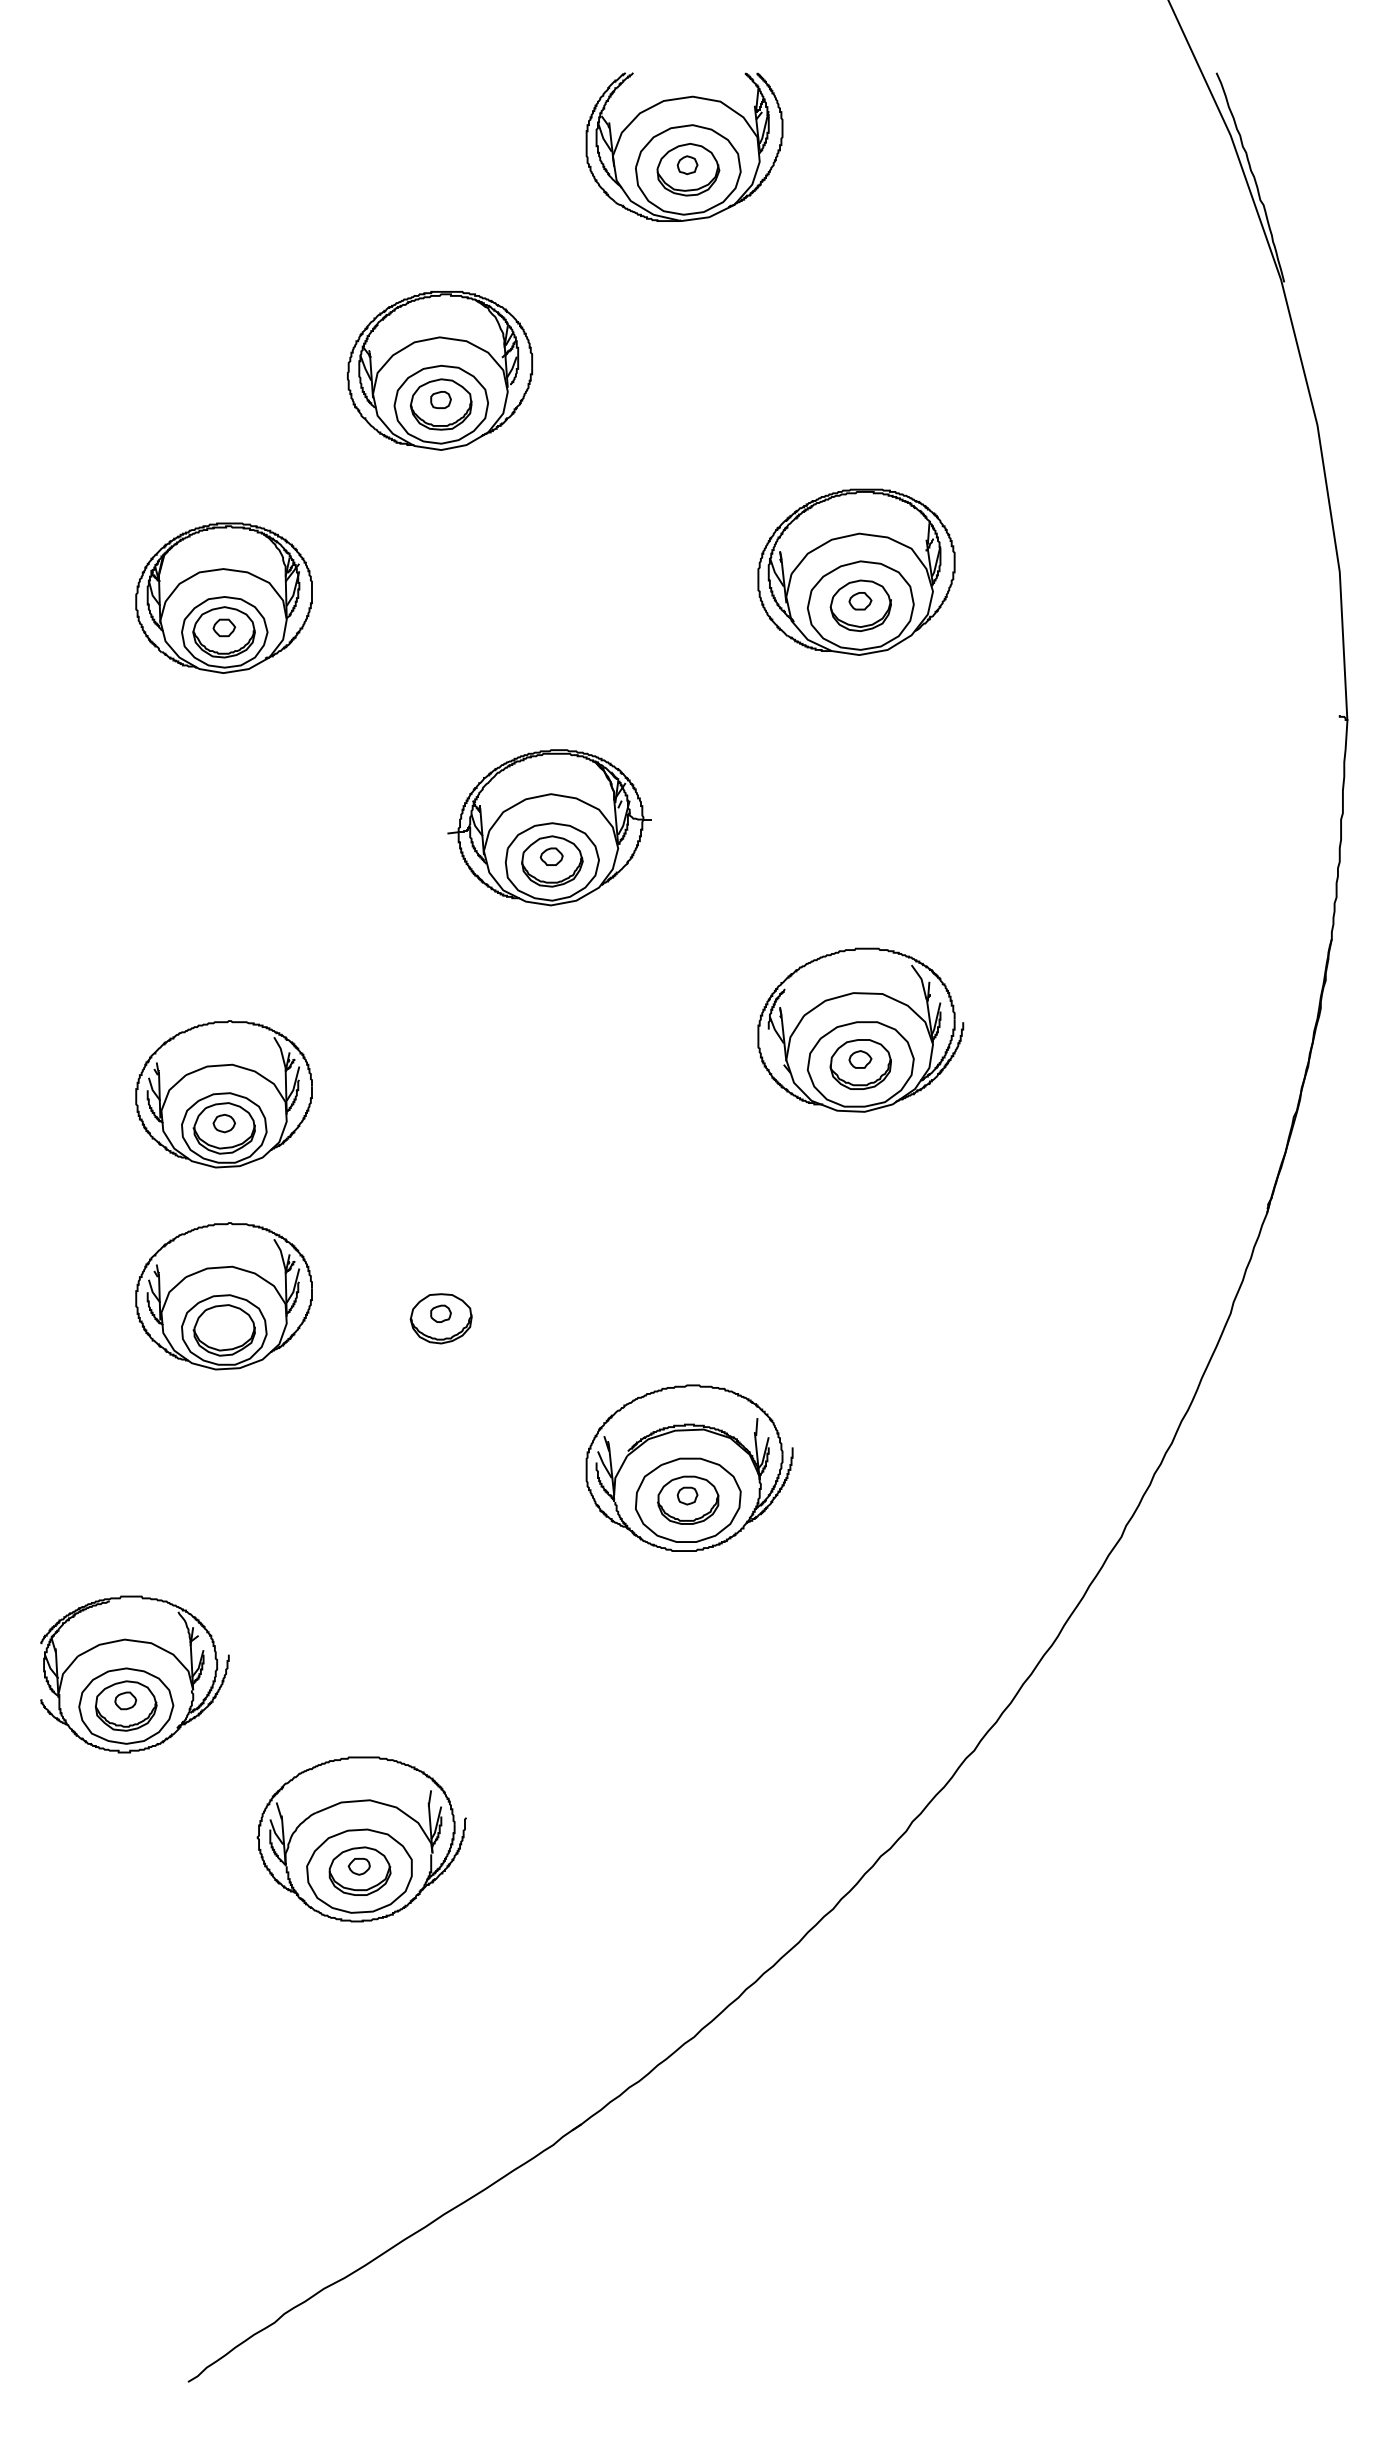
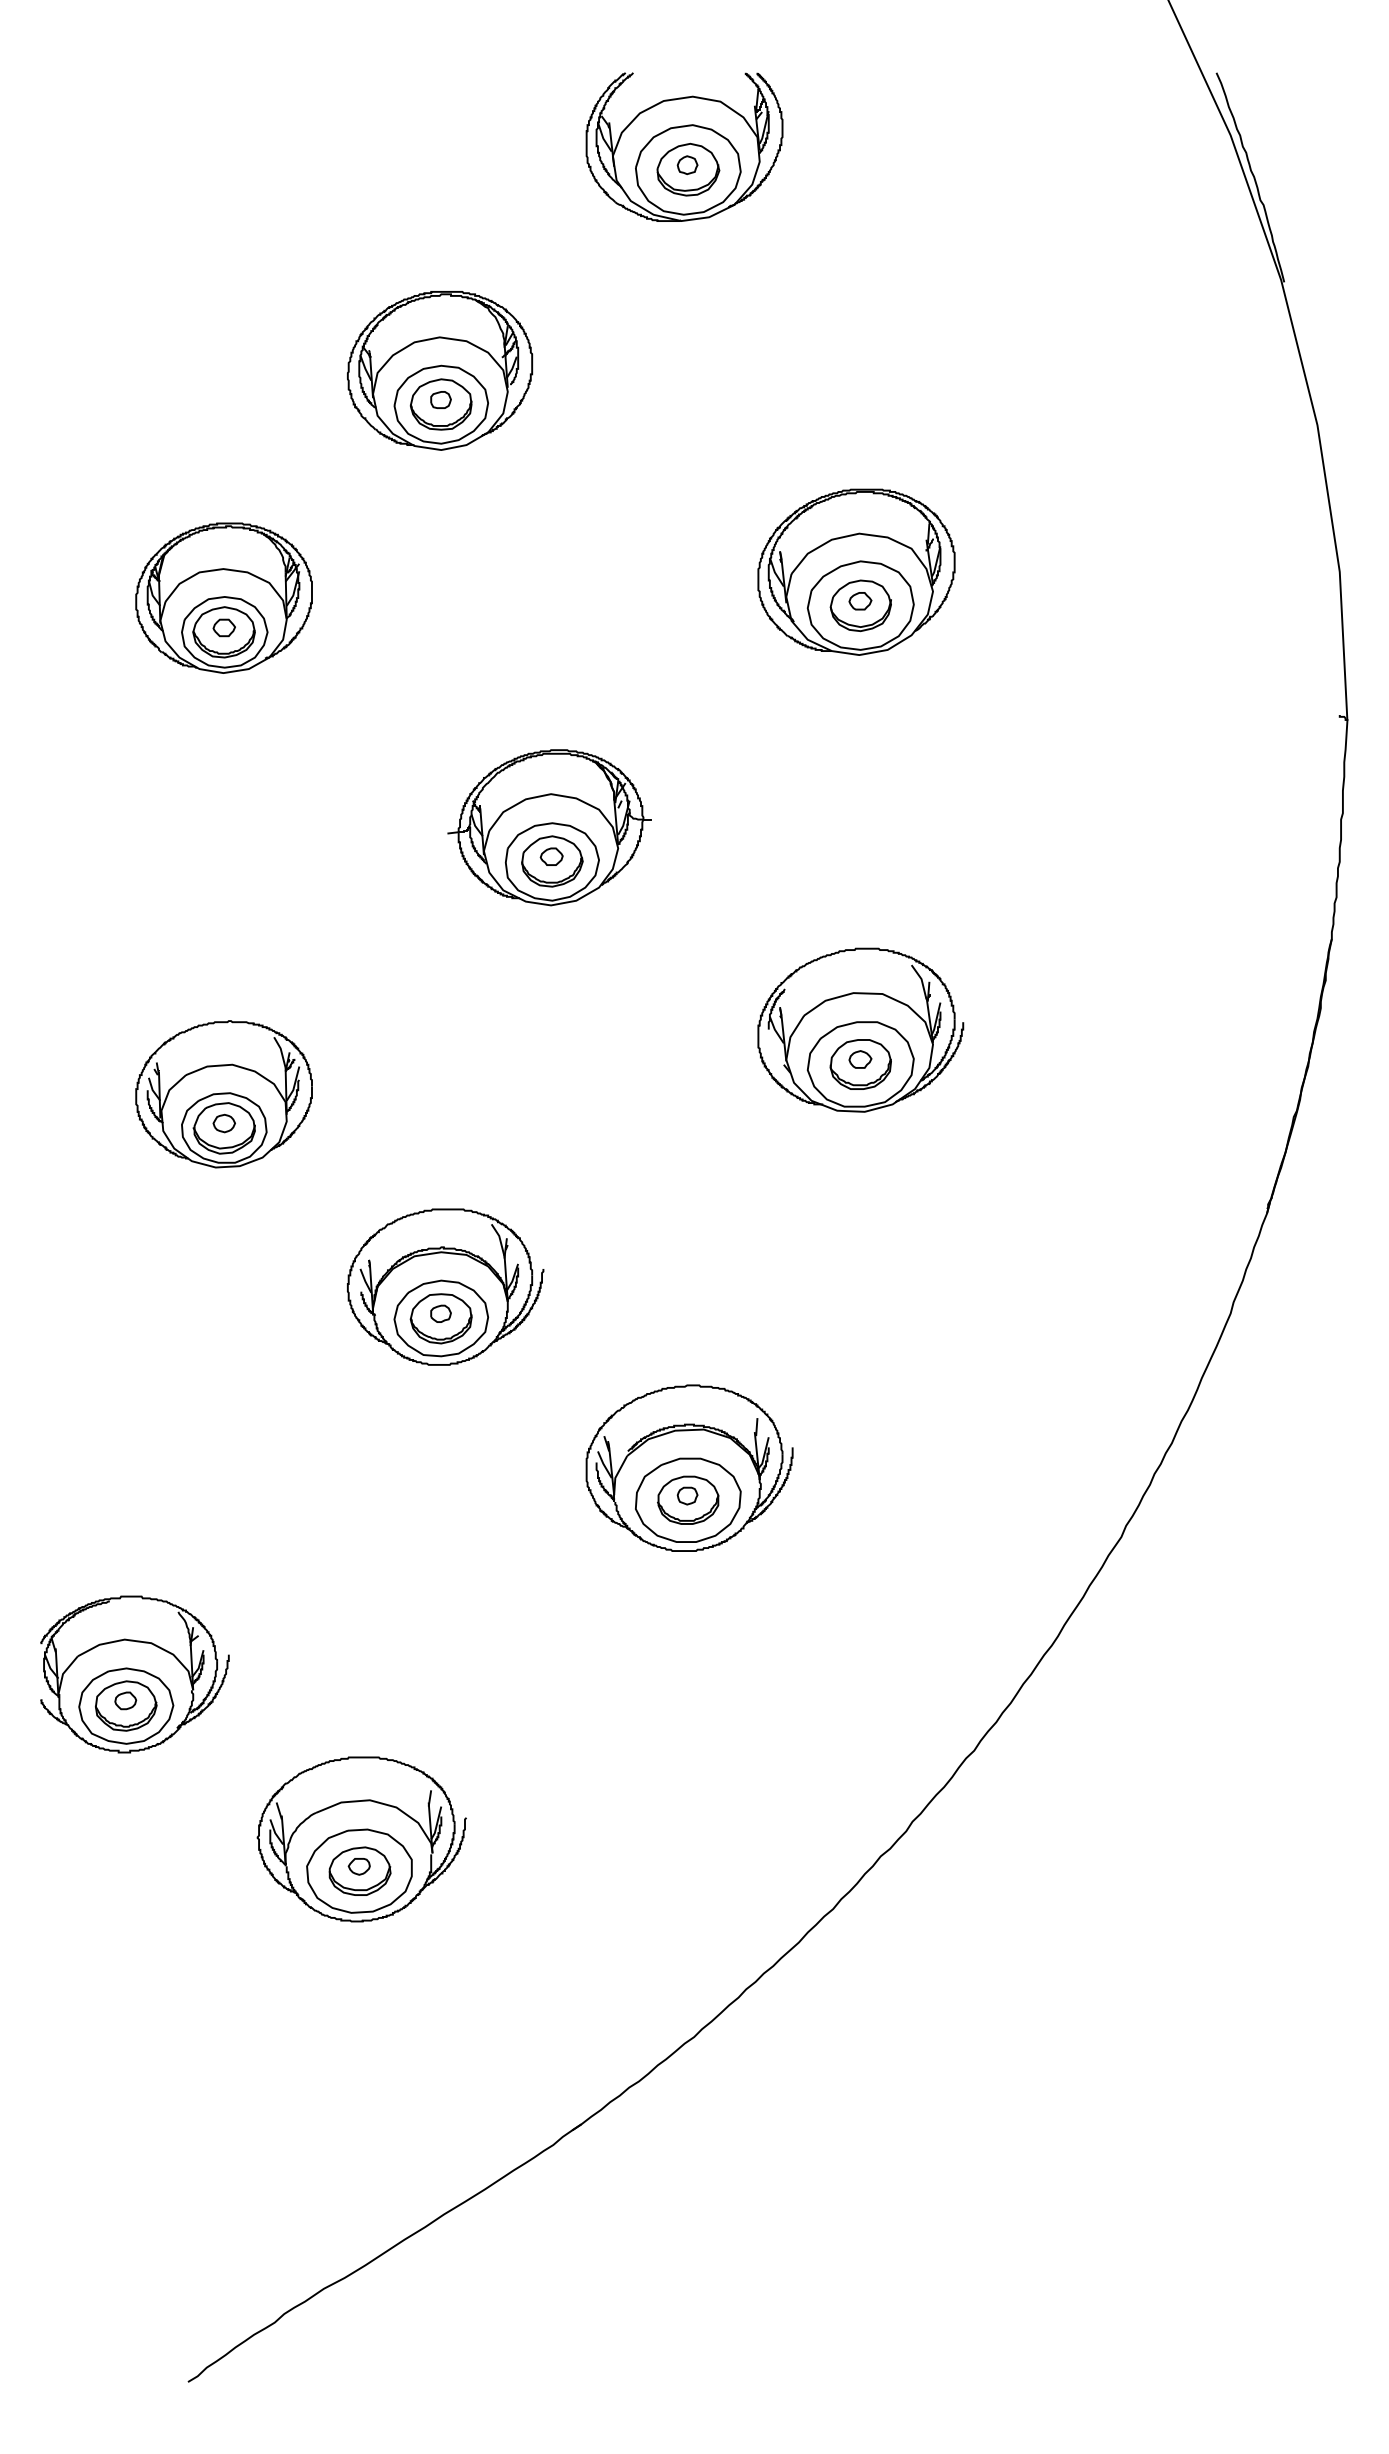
part at (445, 1286): none -> present
part at (223, 1296): present -> none
